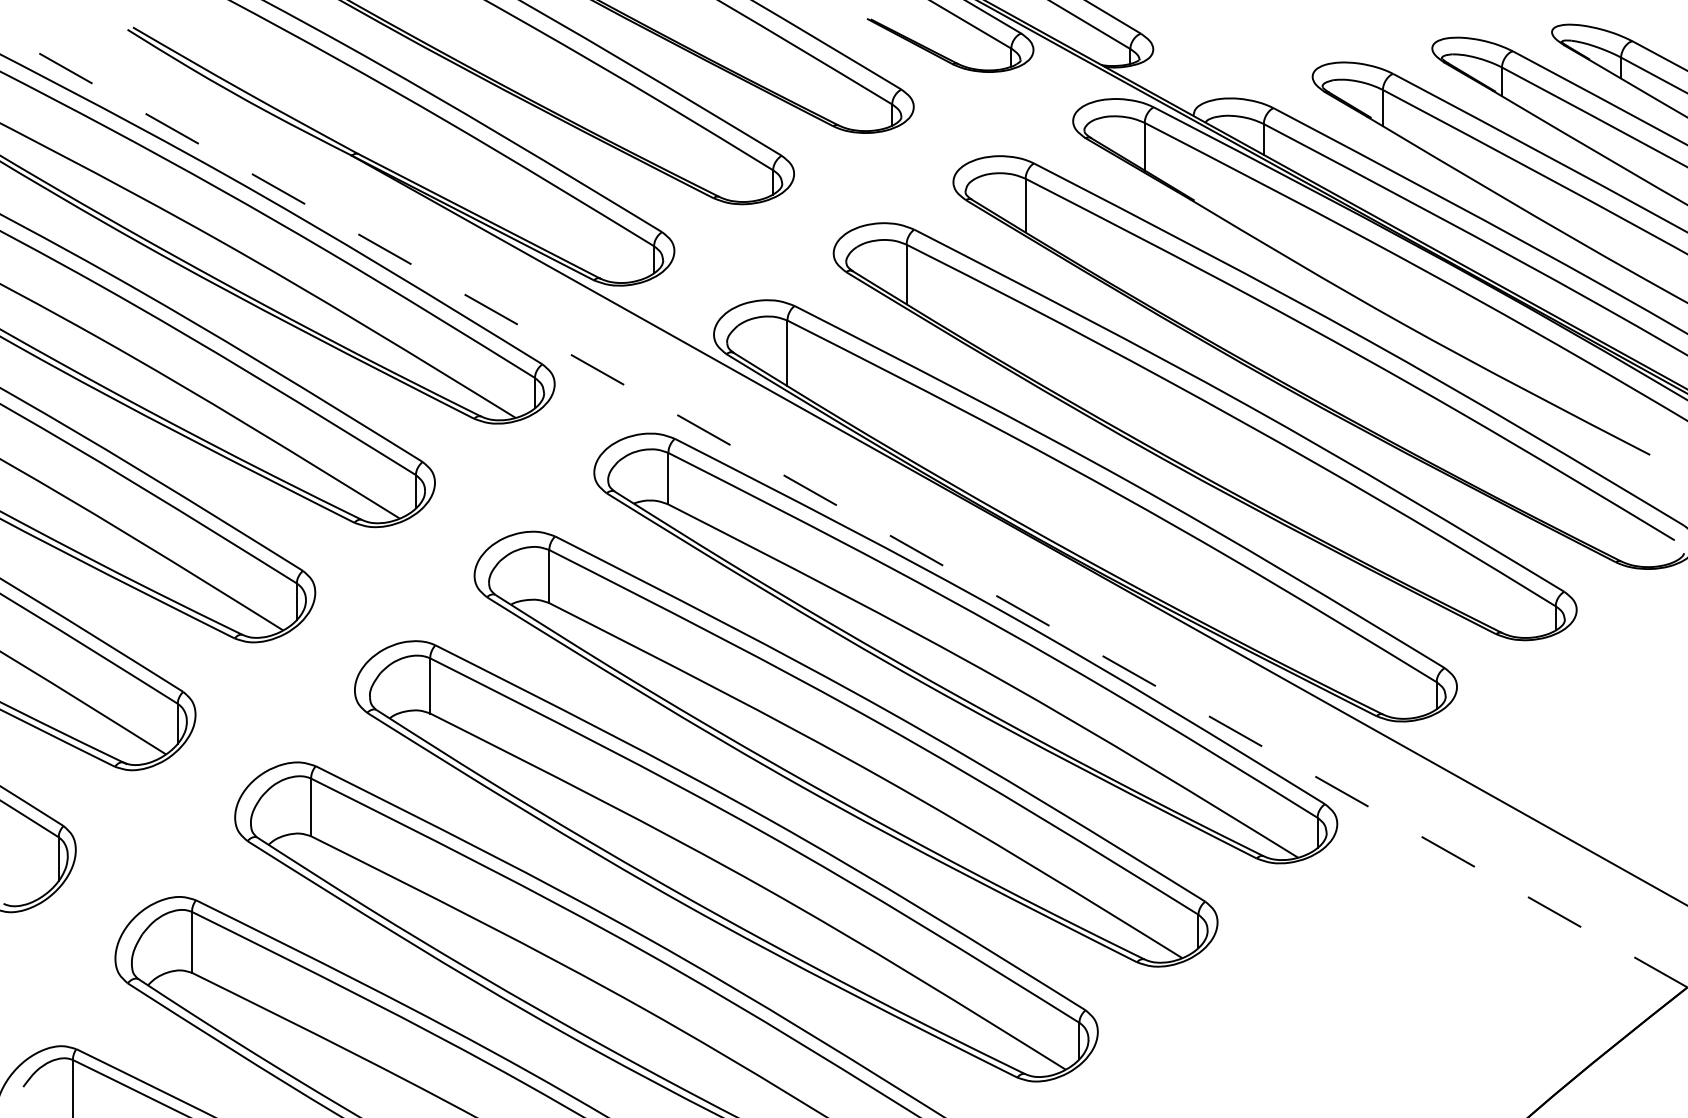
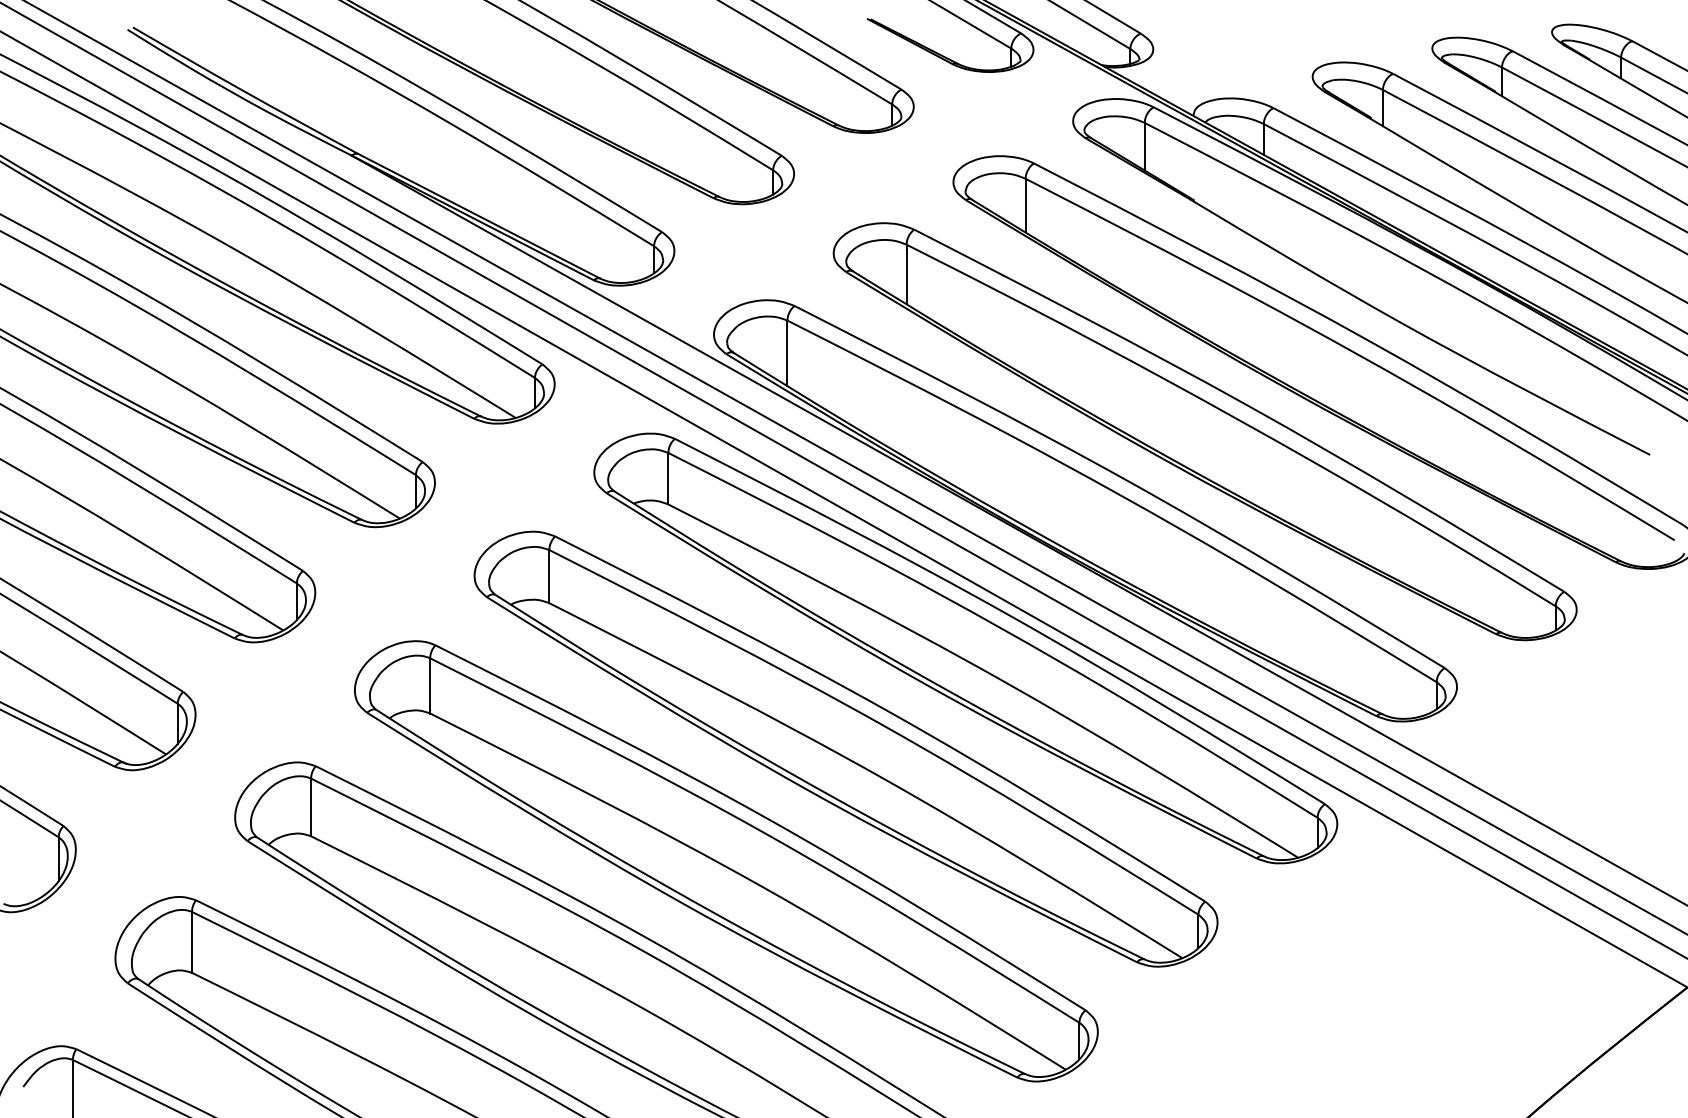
line at (855, 467): none -> present
line at (843, 480): none -> present
line at (843, 509): dashed -> solid
